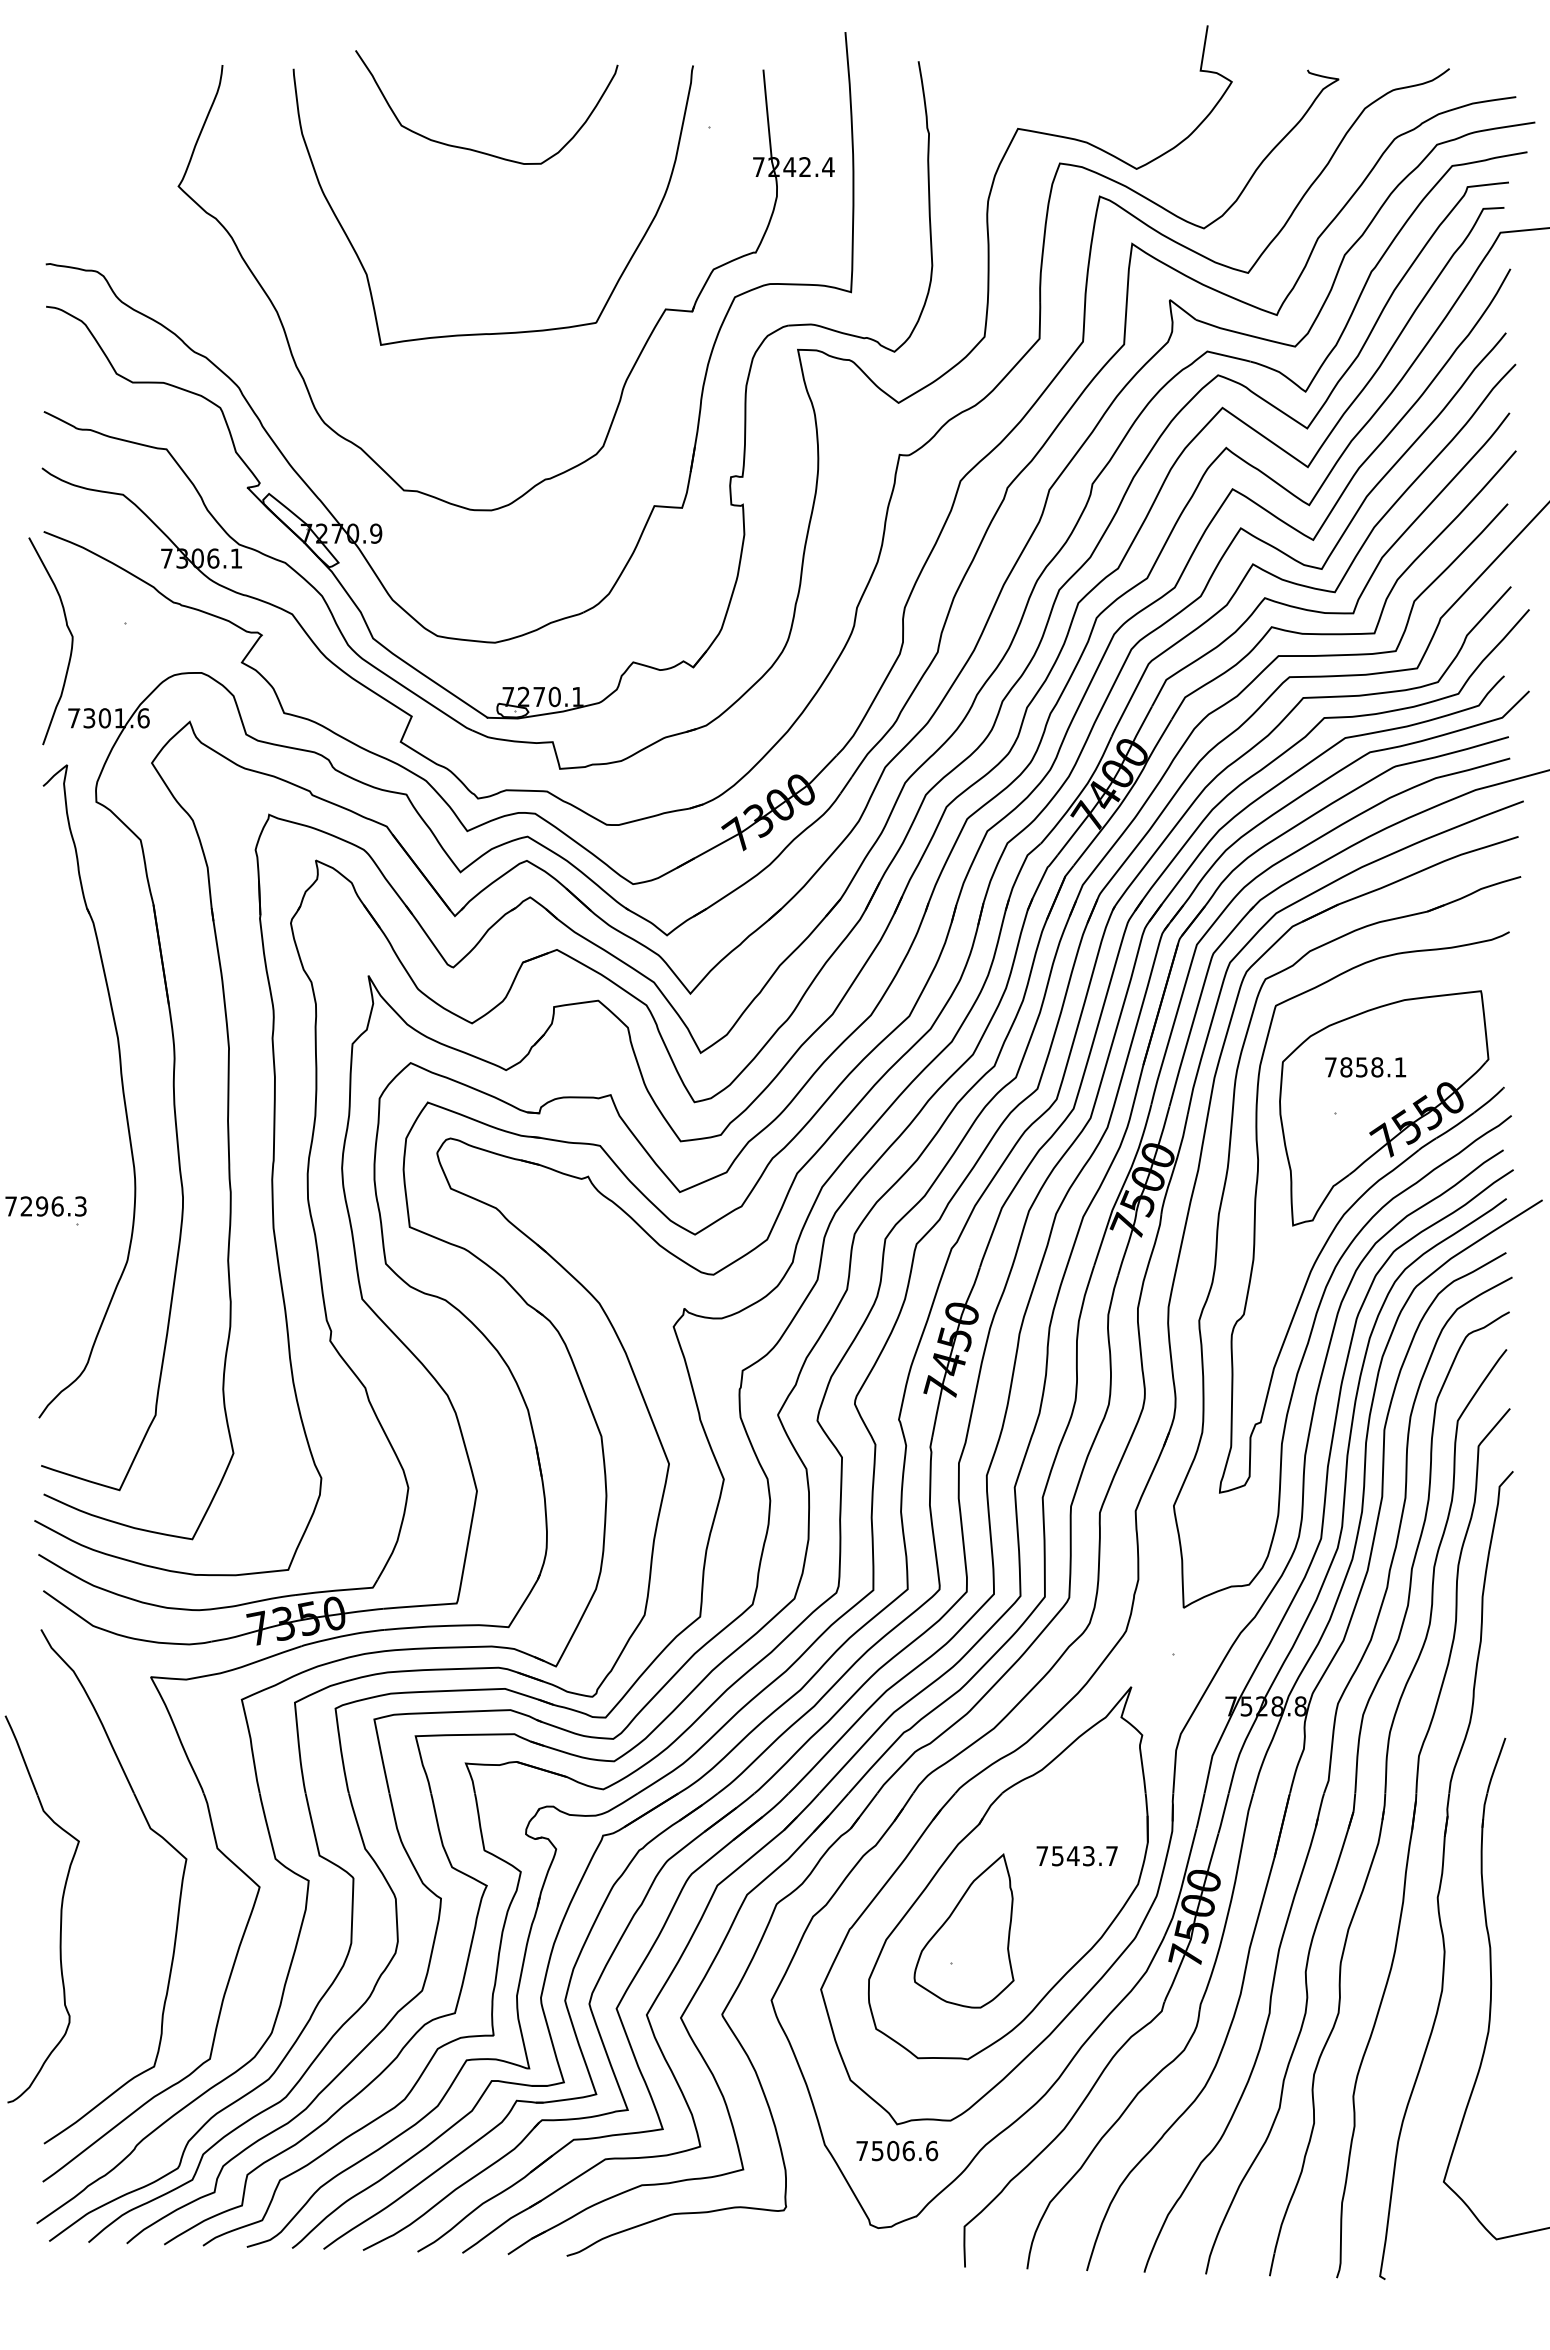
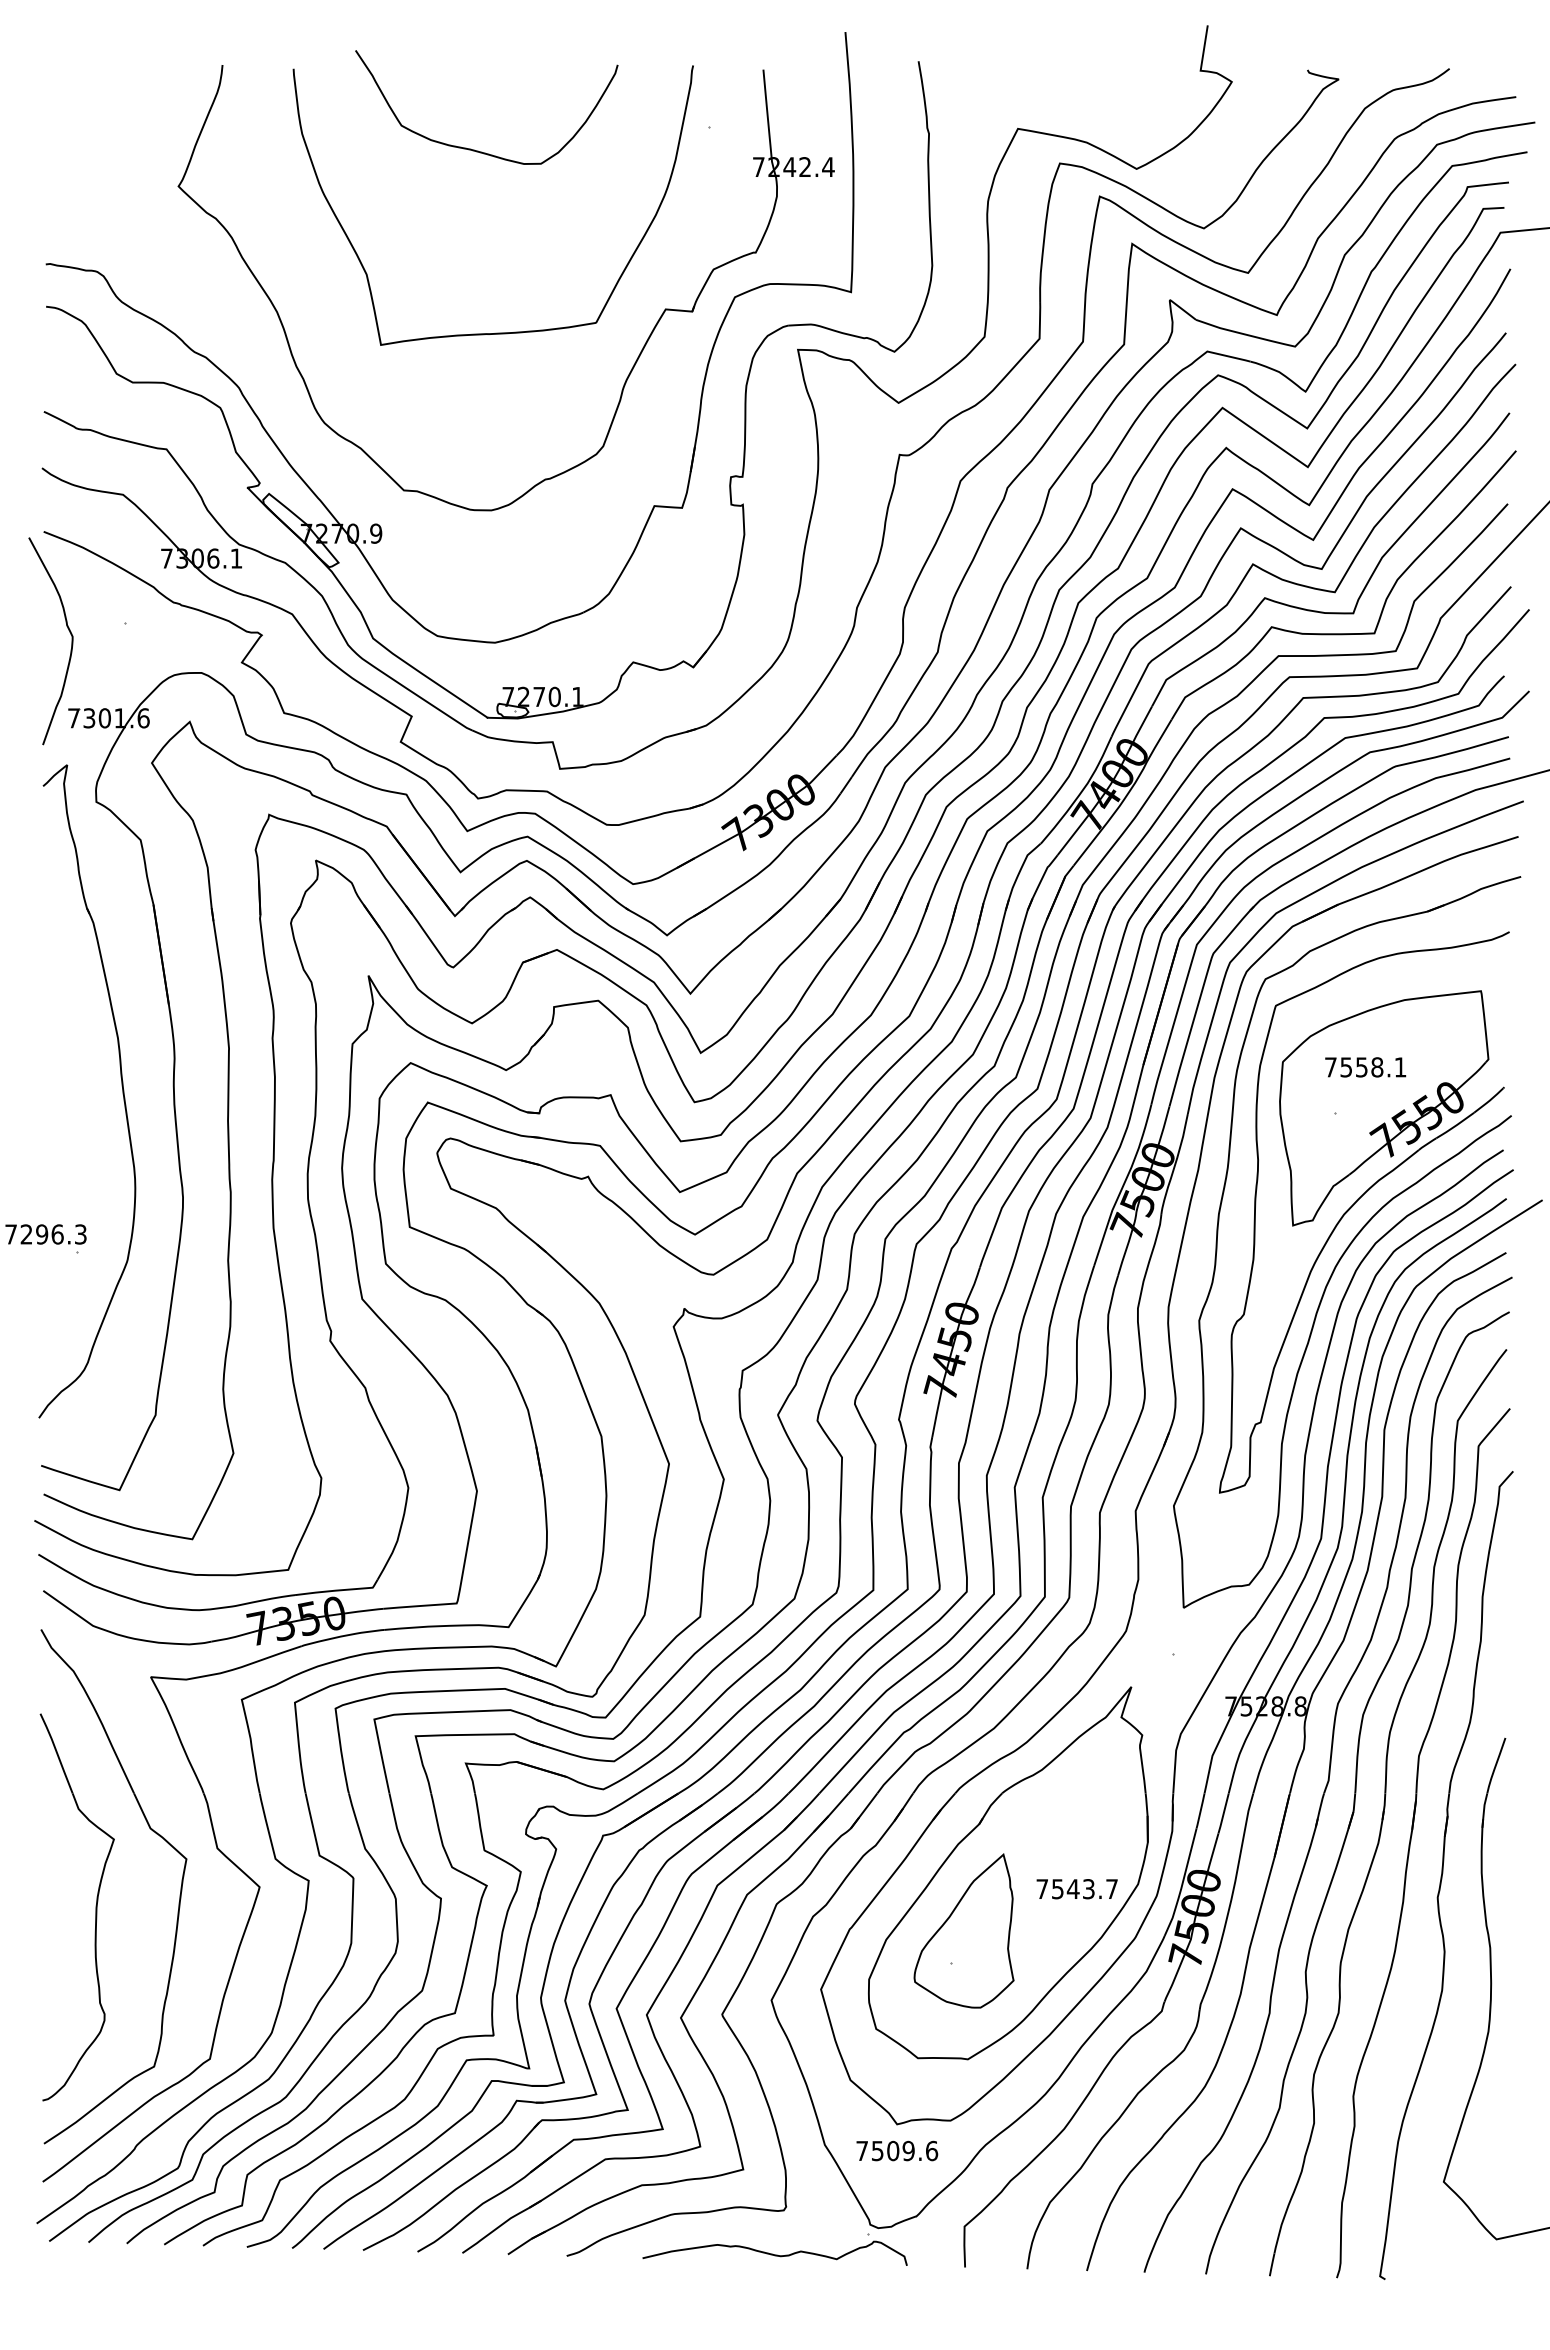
text at (1346, 1067): 7858.1 -> 7558.1
part at (45, 1210) position: (45, 1210) -> (45, 1238)
text at (1076, 1856) position: (1076, 1856) -> (1076, 1889)
part at (60, 1909) position: (60, 1909) -> (95, 1907)
text at (908, 2150): 7506.6 -> 7509.6
part at (774, 2249): none -> present
